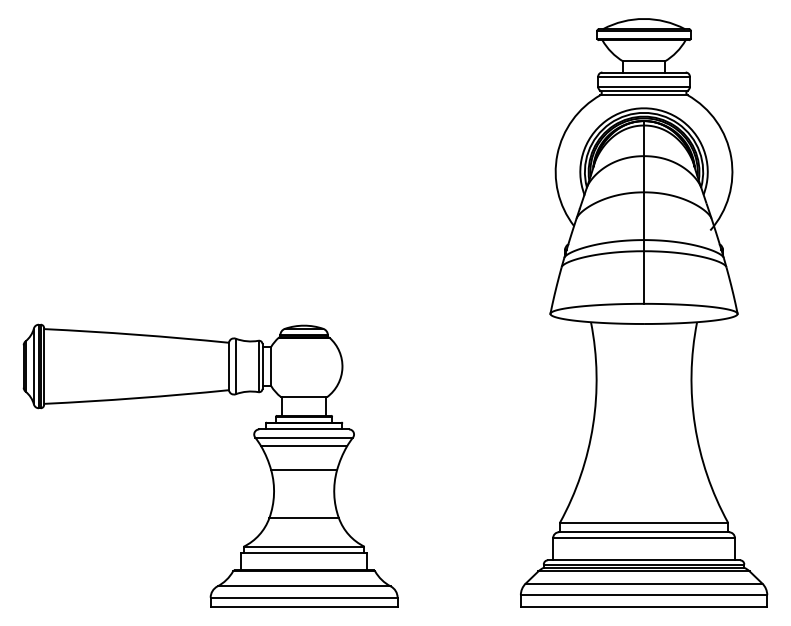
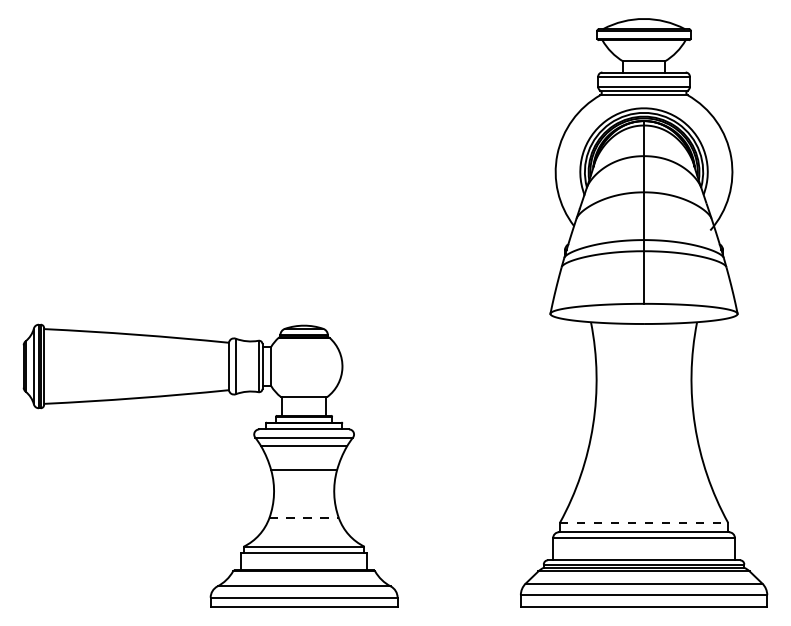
line at (304, 518): solid -> dashed
line at (644, 522): solid -> dashed
